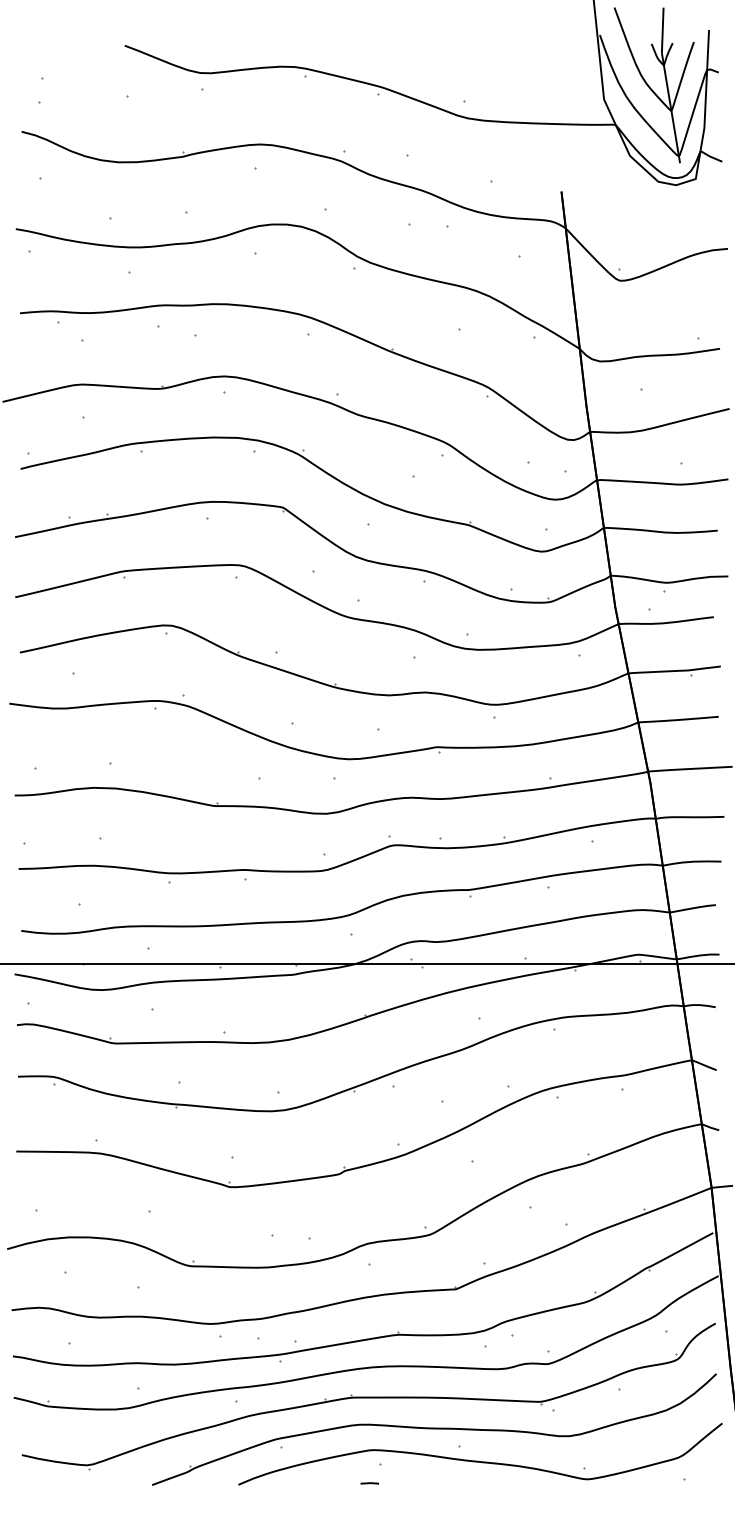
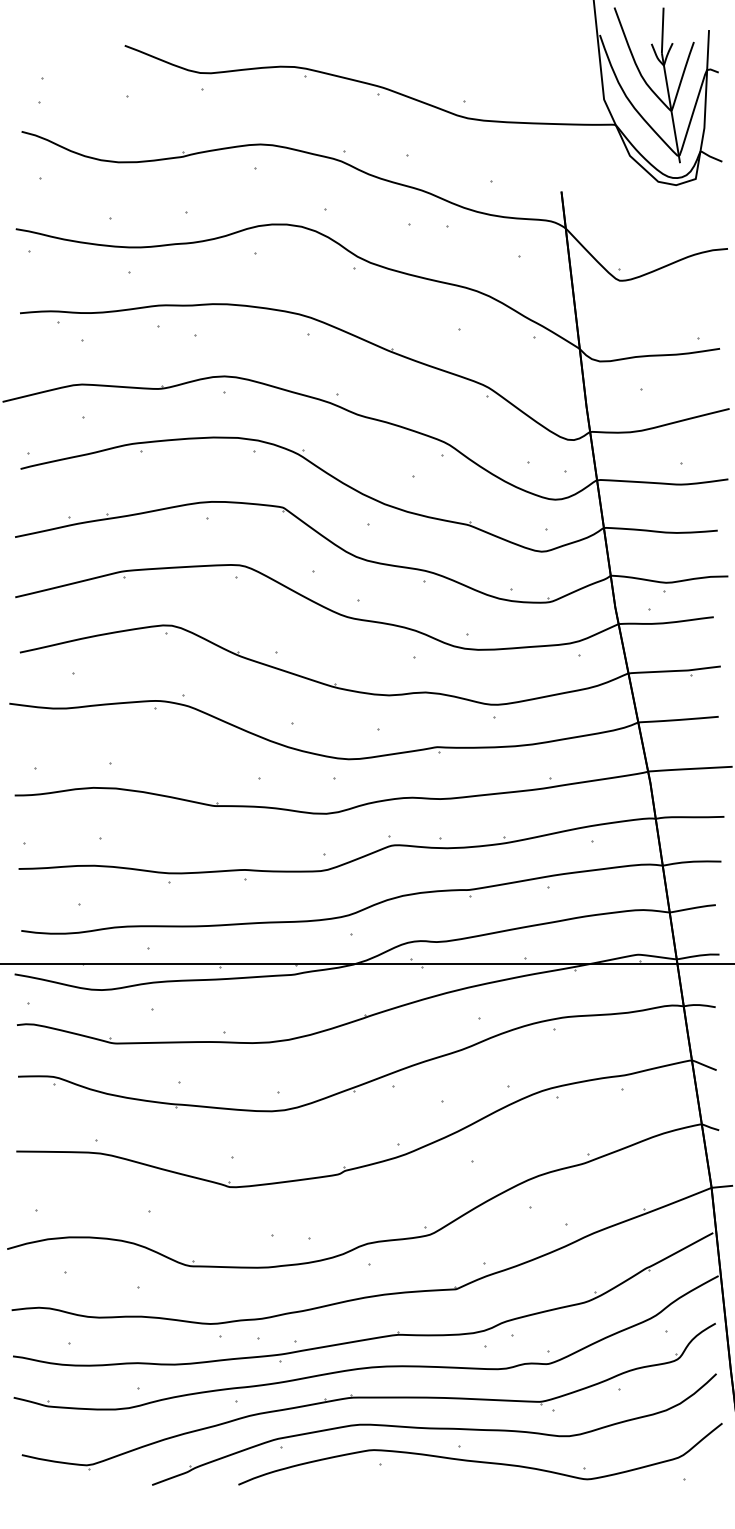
line at (369, 1483): present -> none
